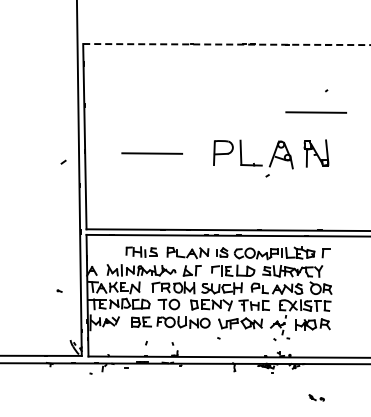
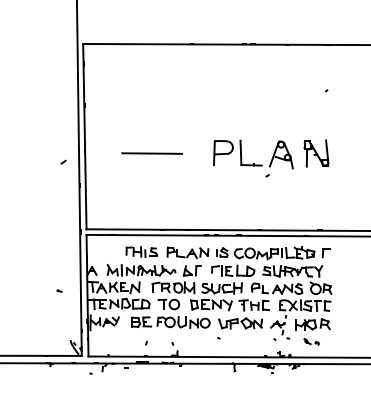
line at (227, 44): dashed -> solid
line at (315, 112): present -> none
part at (316, 397) position: (316, 397) -> (311, 341)
